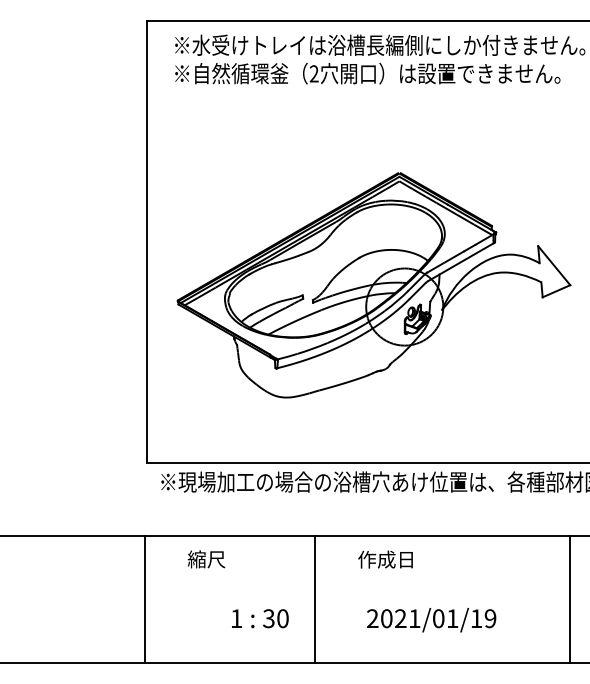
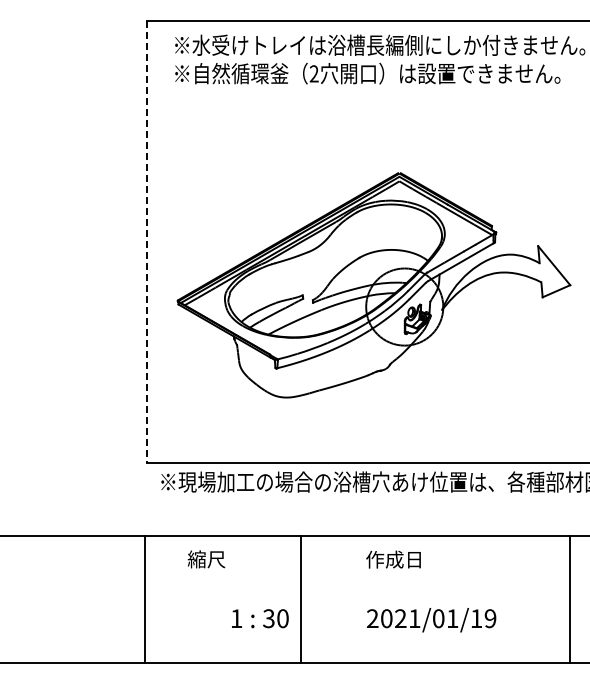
line at (147, 242): solid -> dashed
text at (385, 559) position: (385, 559) -> (393, 559)
line at (314, 599) position: (314, 599) -> (300, 599)
